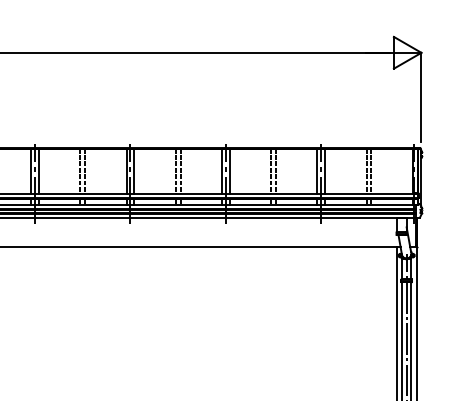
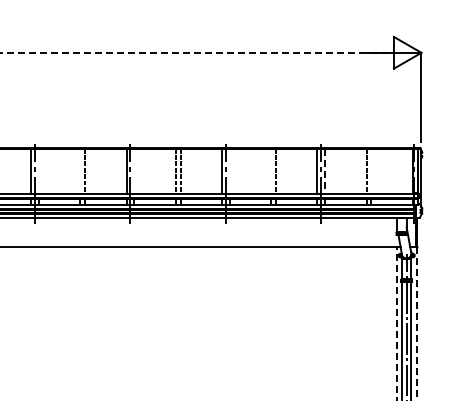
line at (195, 52): solid -> dashed
line at (39, 170): present -> none
line at (80, 170): present -> none
line at (134, 170): present -> none
line at (229, 170): present -> none
line at (271, 170): present -> none
line at (371, 170): present -> none
line at (325, 171): solid -> dashed
line at (396, 323): solid -> dashed
line at (416, 323): solid -> dashed
